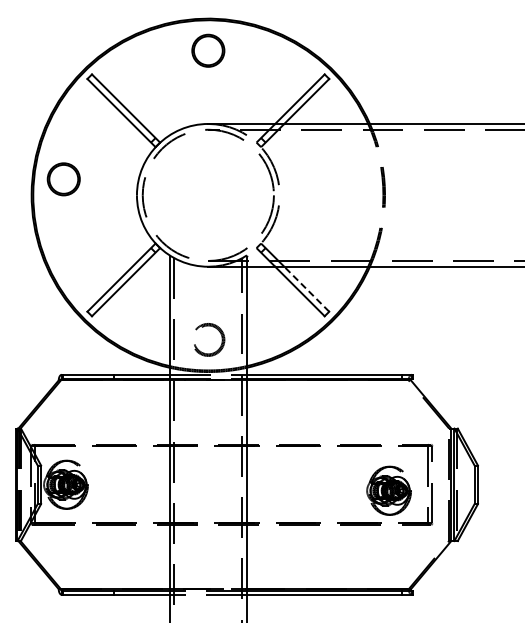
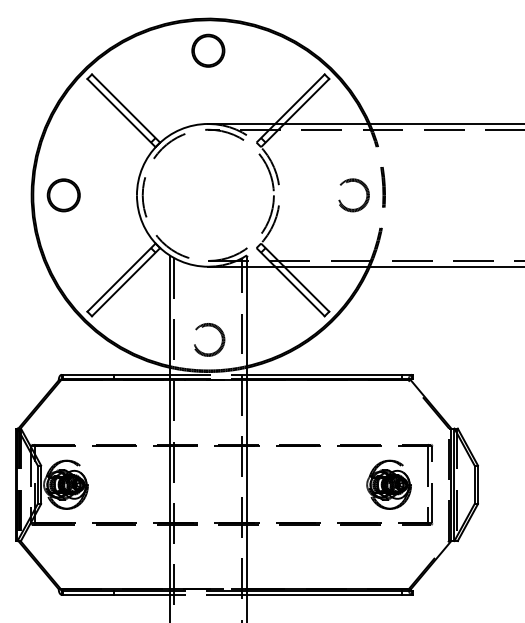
part at (63, 179) position: (63, 179) -> (63, 195)
part at (364, 201): none -> present
line at (306, 289): dashed -> solid
part at (388, 490) position: (388, 490) -> (388, 484)
